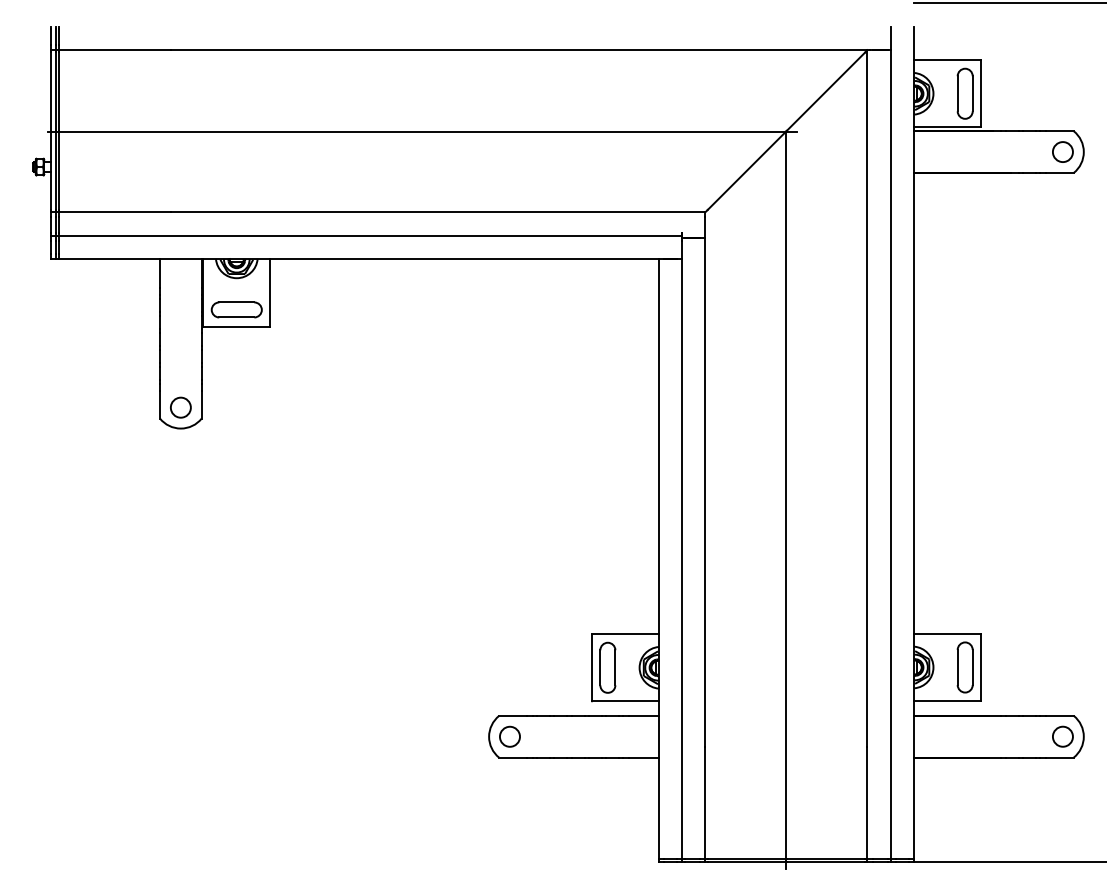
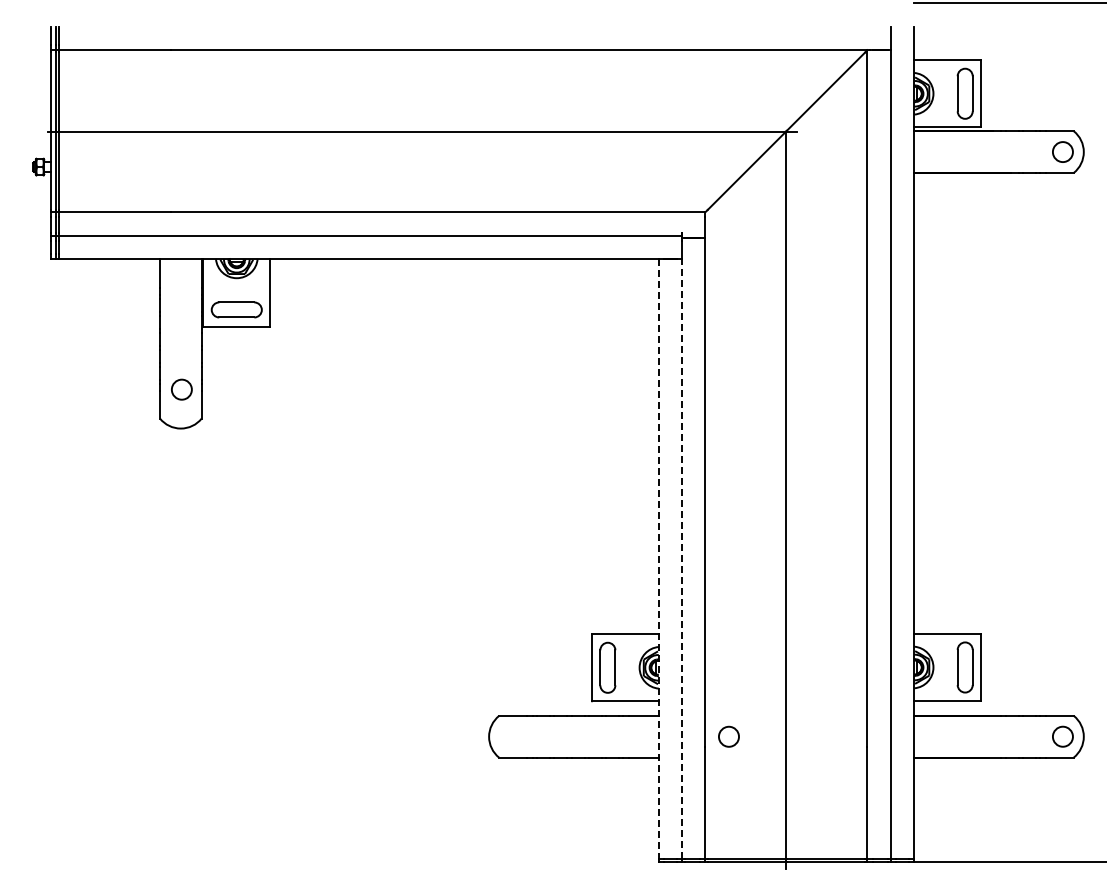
circle at (180, 407) position: (180, 407) -> (181, 389)
line at (658, 558): solid -> dashed
line at (682, 558): solid -> dashed
circle at (509, 736) position: (509, 736) -> (728, 736)
